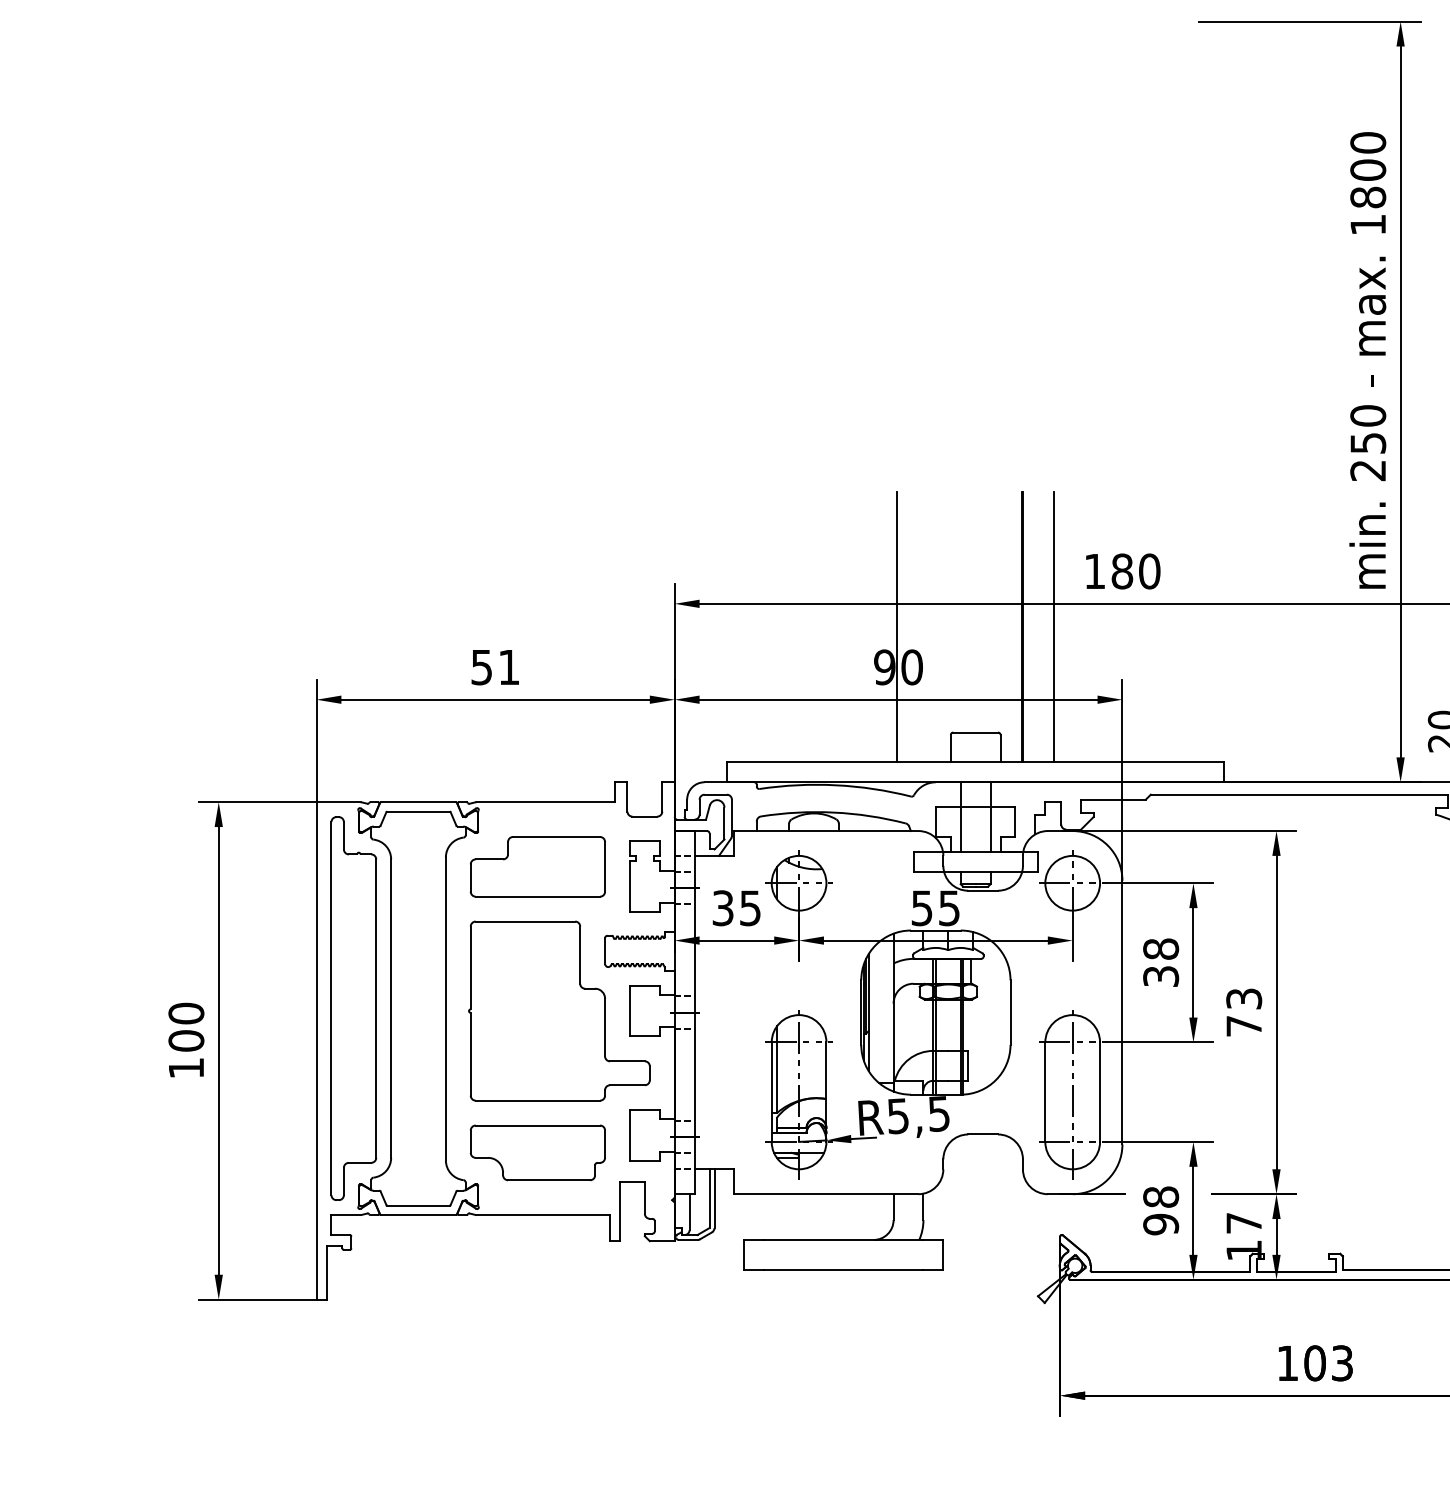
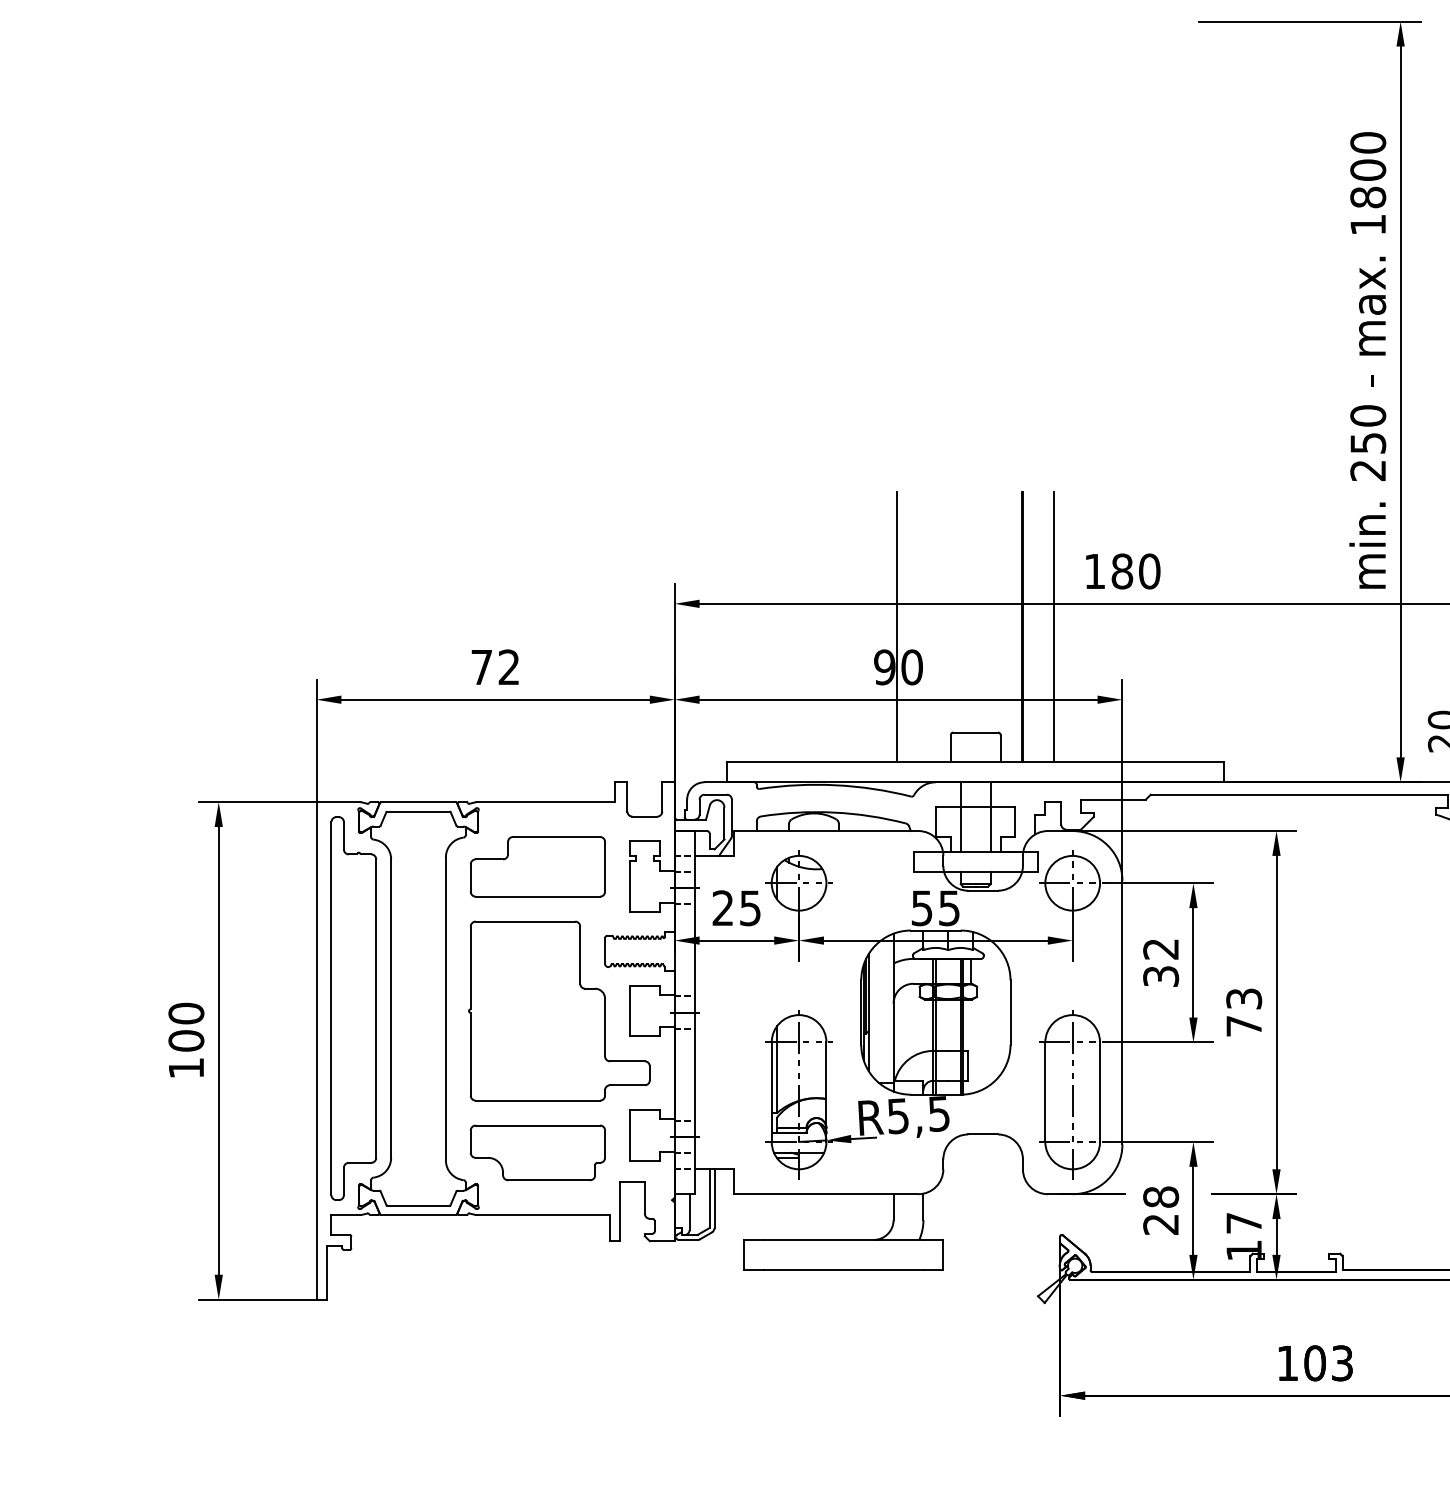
text at (494, 667): 51 -> 72
text at (722, 908): 35 -> 25
text at (1161, 948): 38 -> 32
text at (1161, 1224): 98 -> 28
